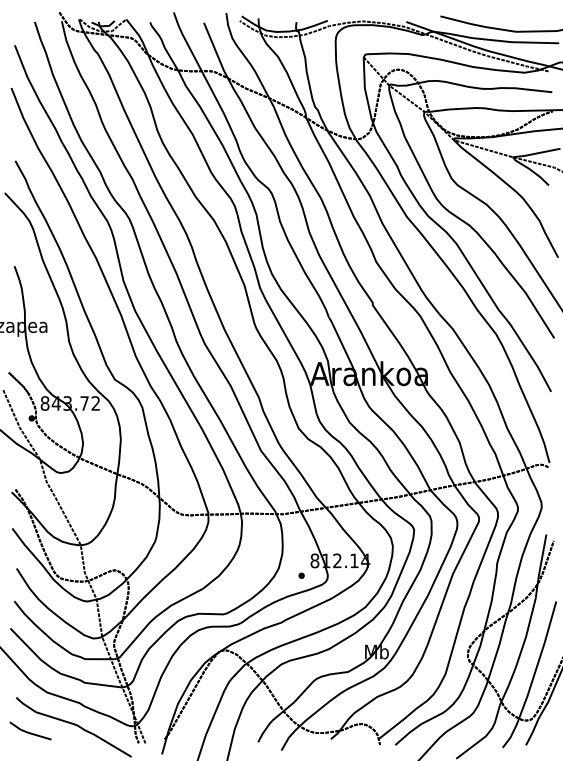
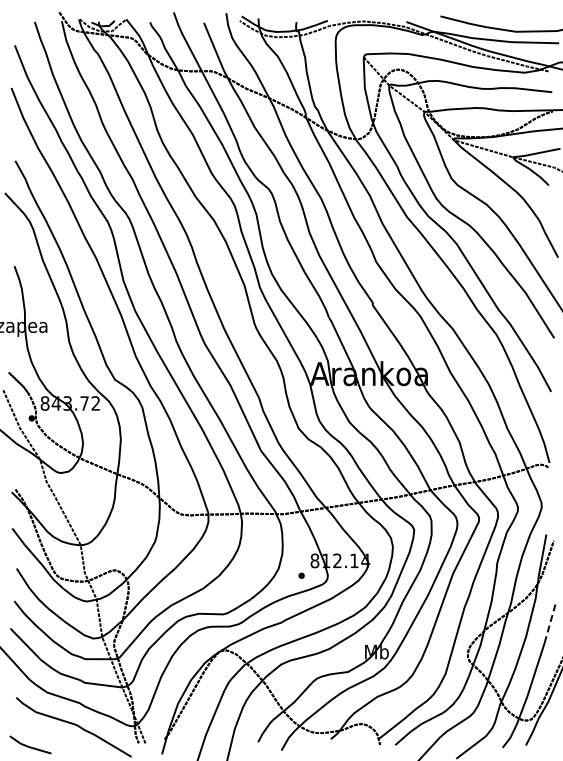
line at (550, 622): solid -> dashed
line at (30, 732) position: (30, 732) -> (30, 746)
